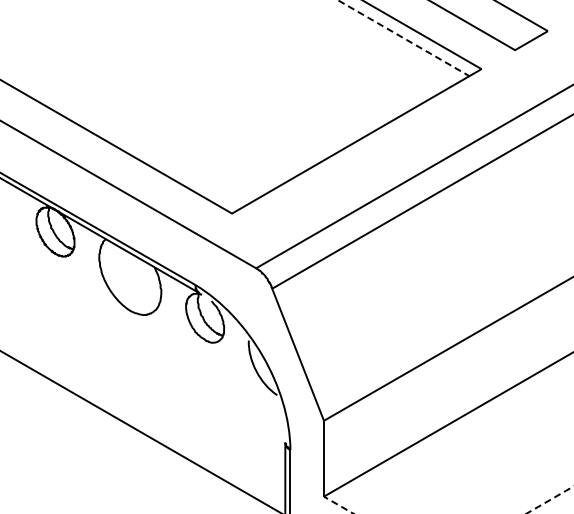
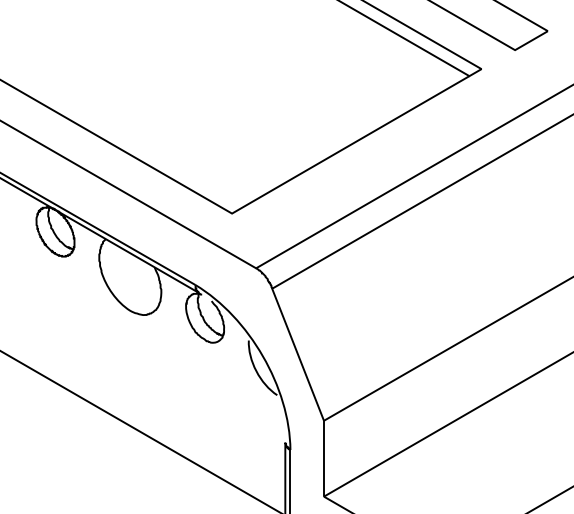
line at (404, 38): dashed -> solid
line at (535, 508): dashed -> solid
